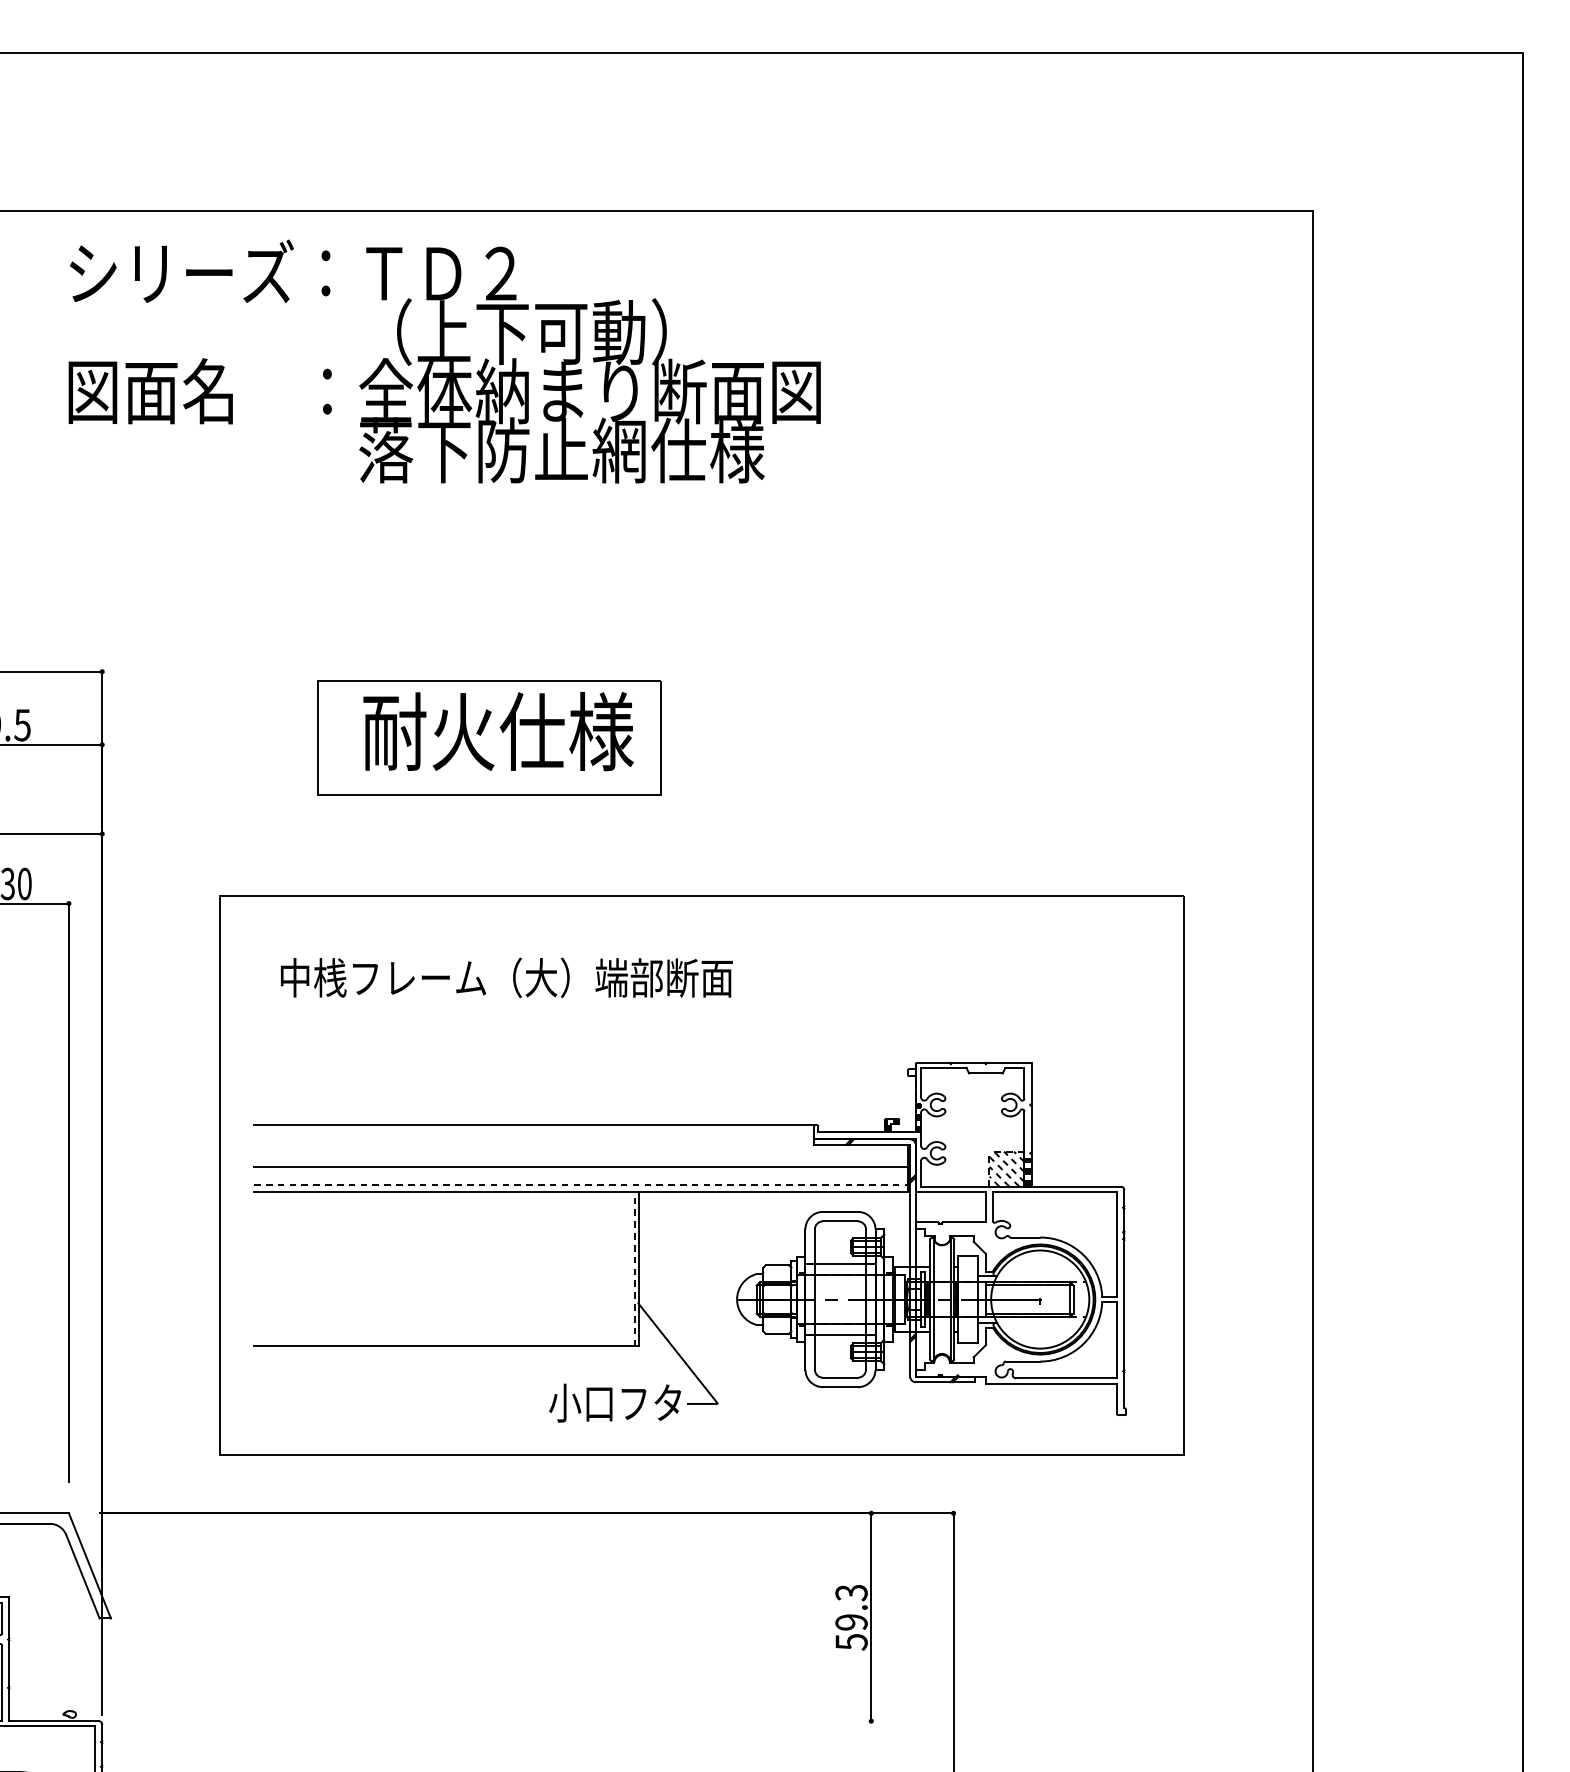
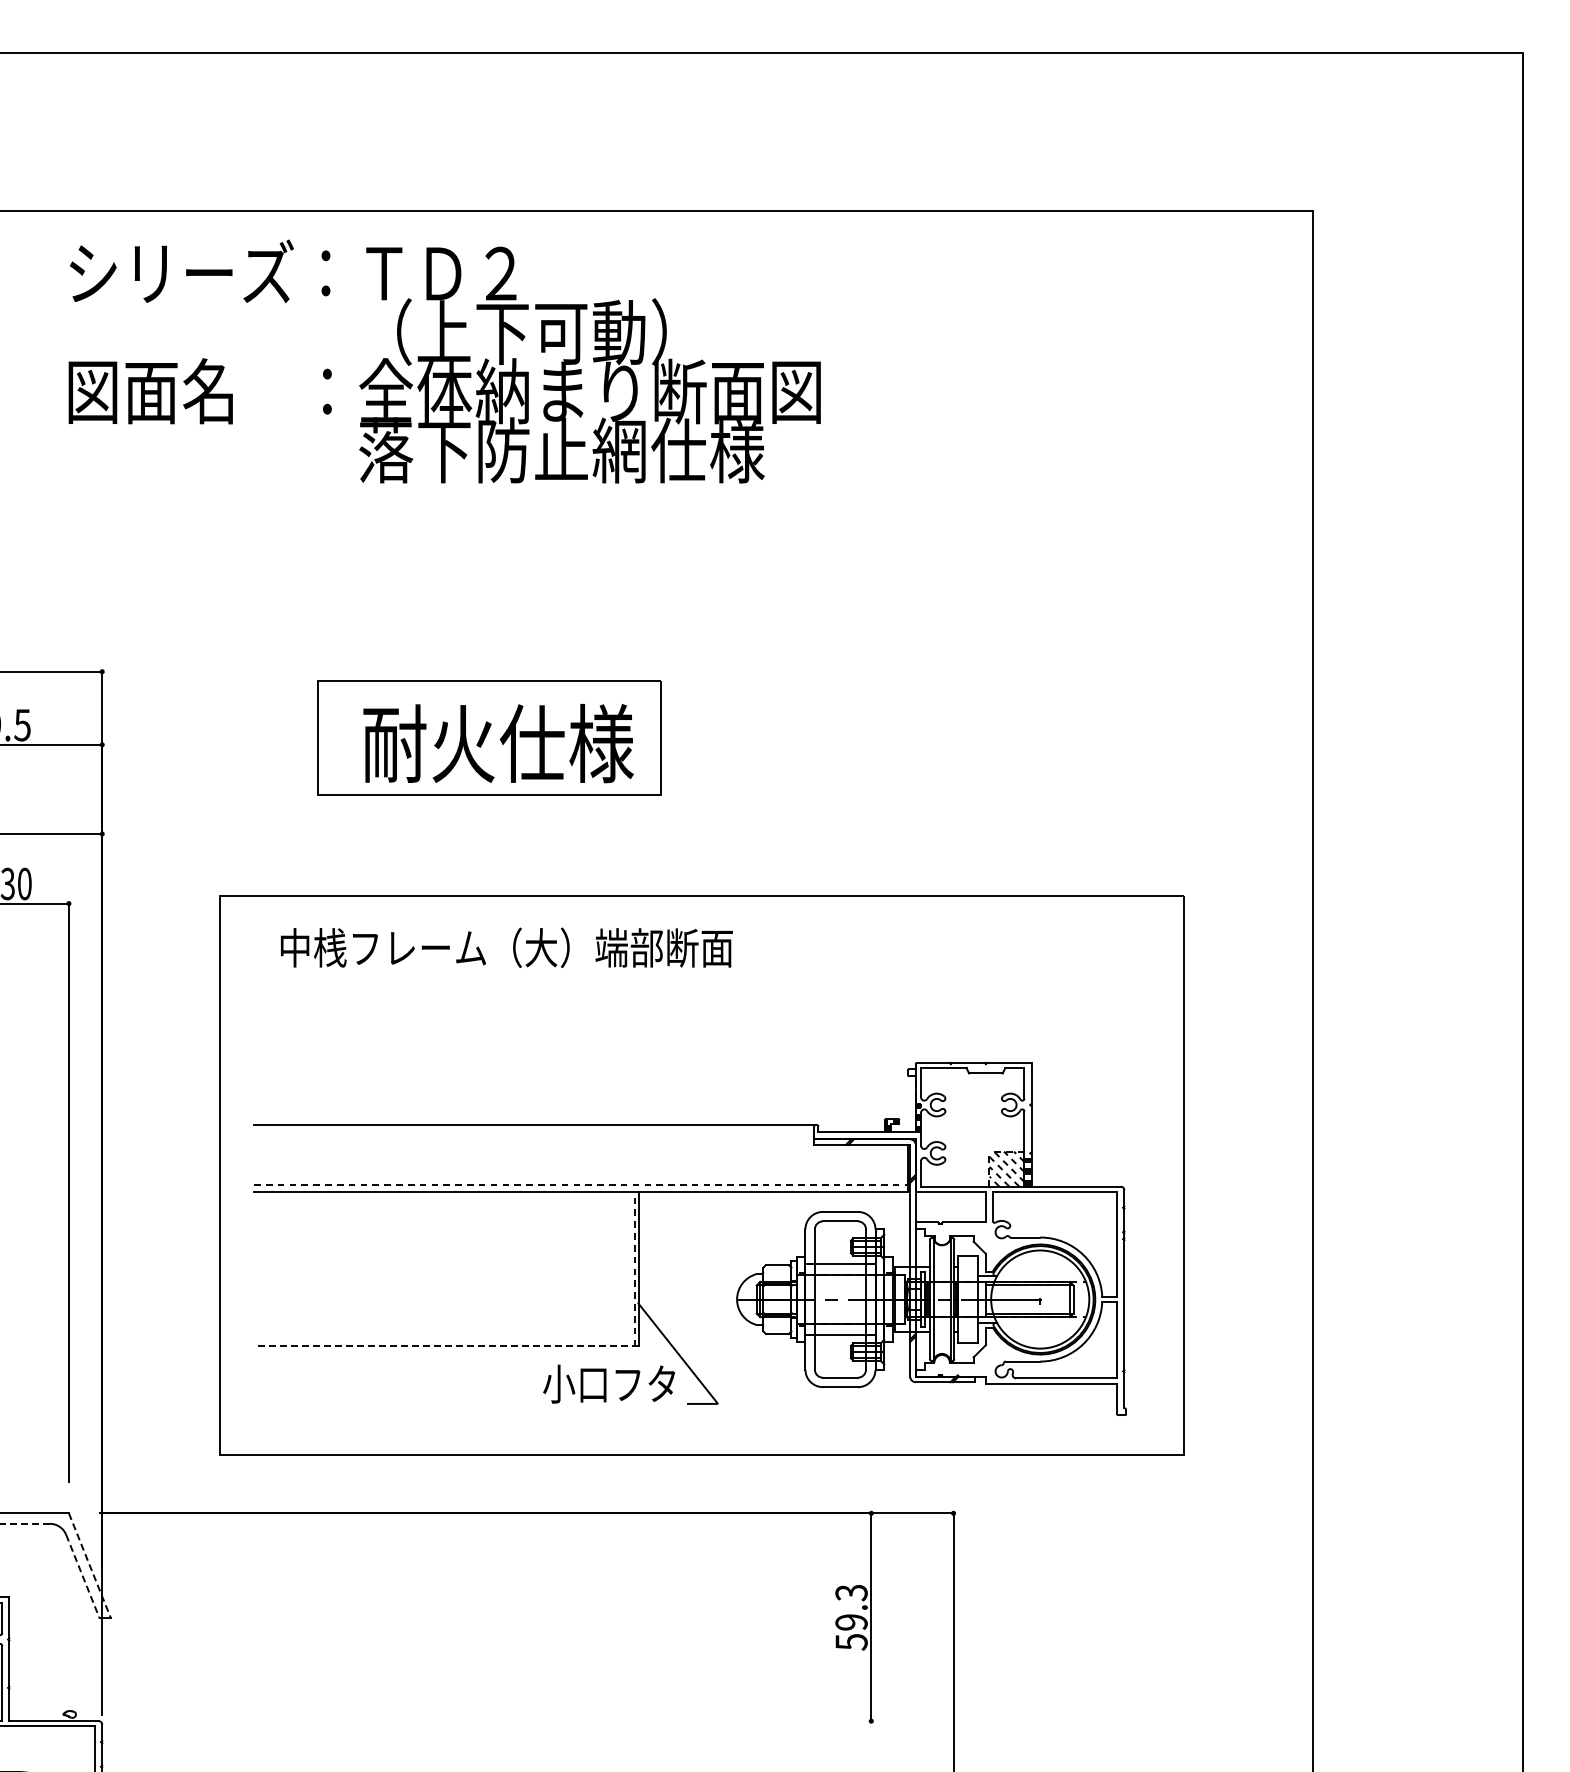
text at (498, 731) position: (498, 731) -> (498, 743)
text at (506, 977) position: (506, 977) -> (506, 947)
line at (581, 1167): present -> none
line at (446, 1346): solid -> dashed
text at (615, 1402) position: (615, 1402) -> (609, 1383)
line at (25, 1523): solid -> dashed
line at (89, 1565): solid -> dashed
line at (83, 1577): solid -> dashed
